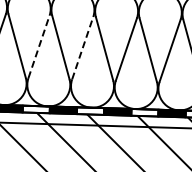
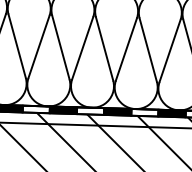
line at (39, 46): dashed -> solid
line at (82, 48): dashed -> solid
